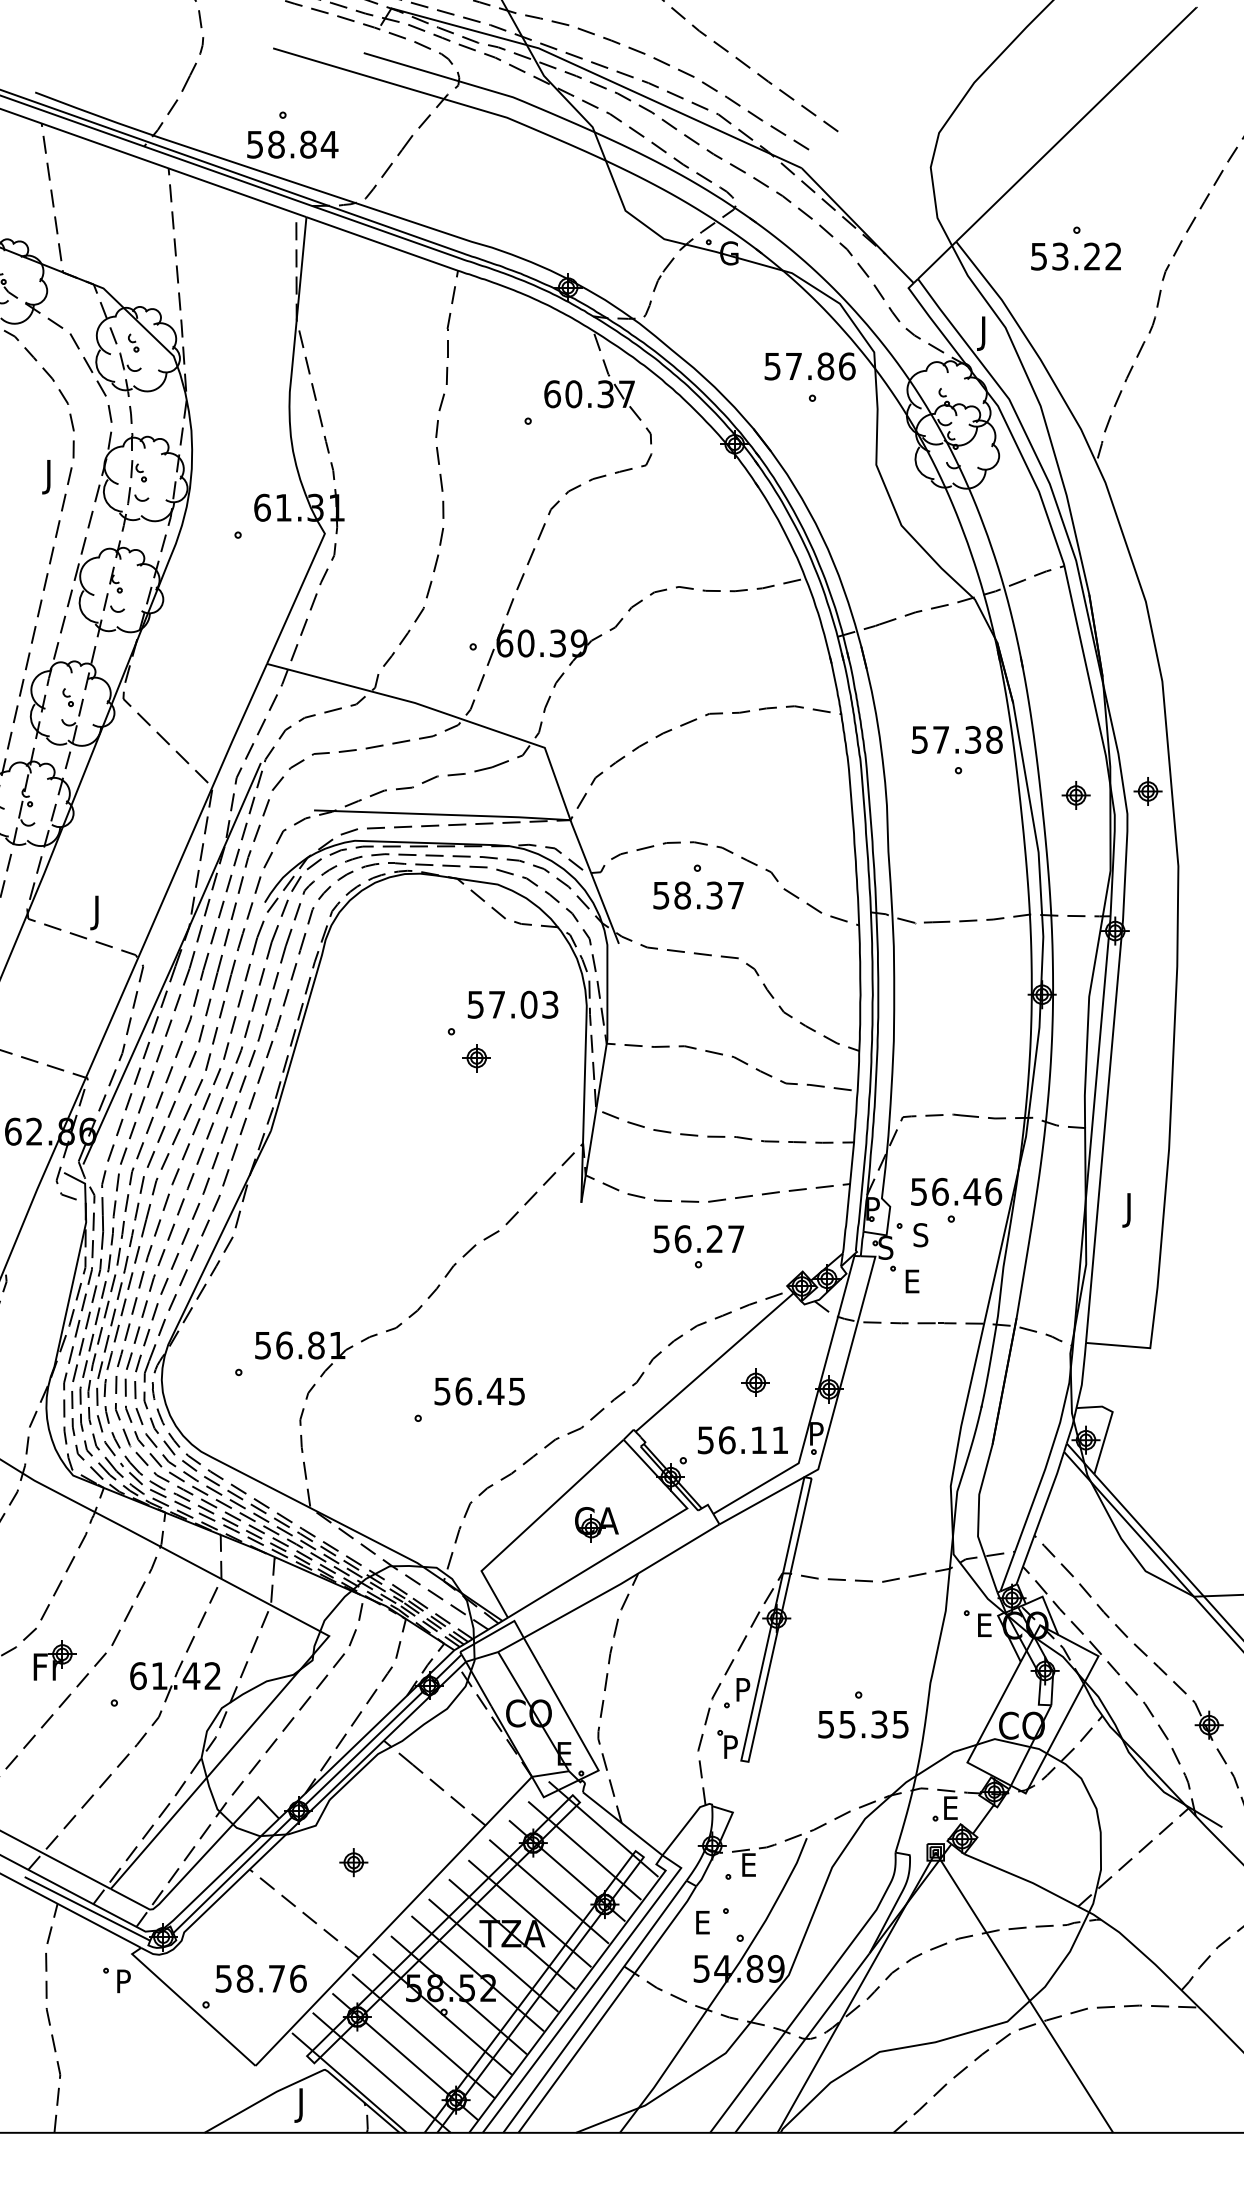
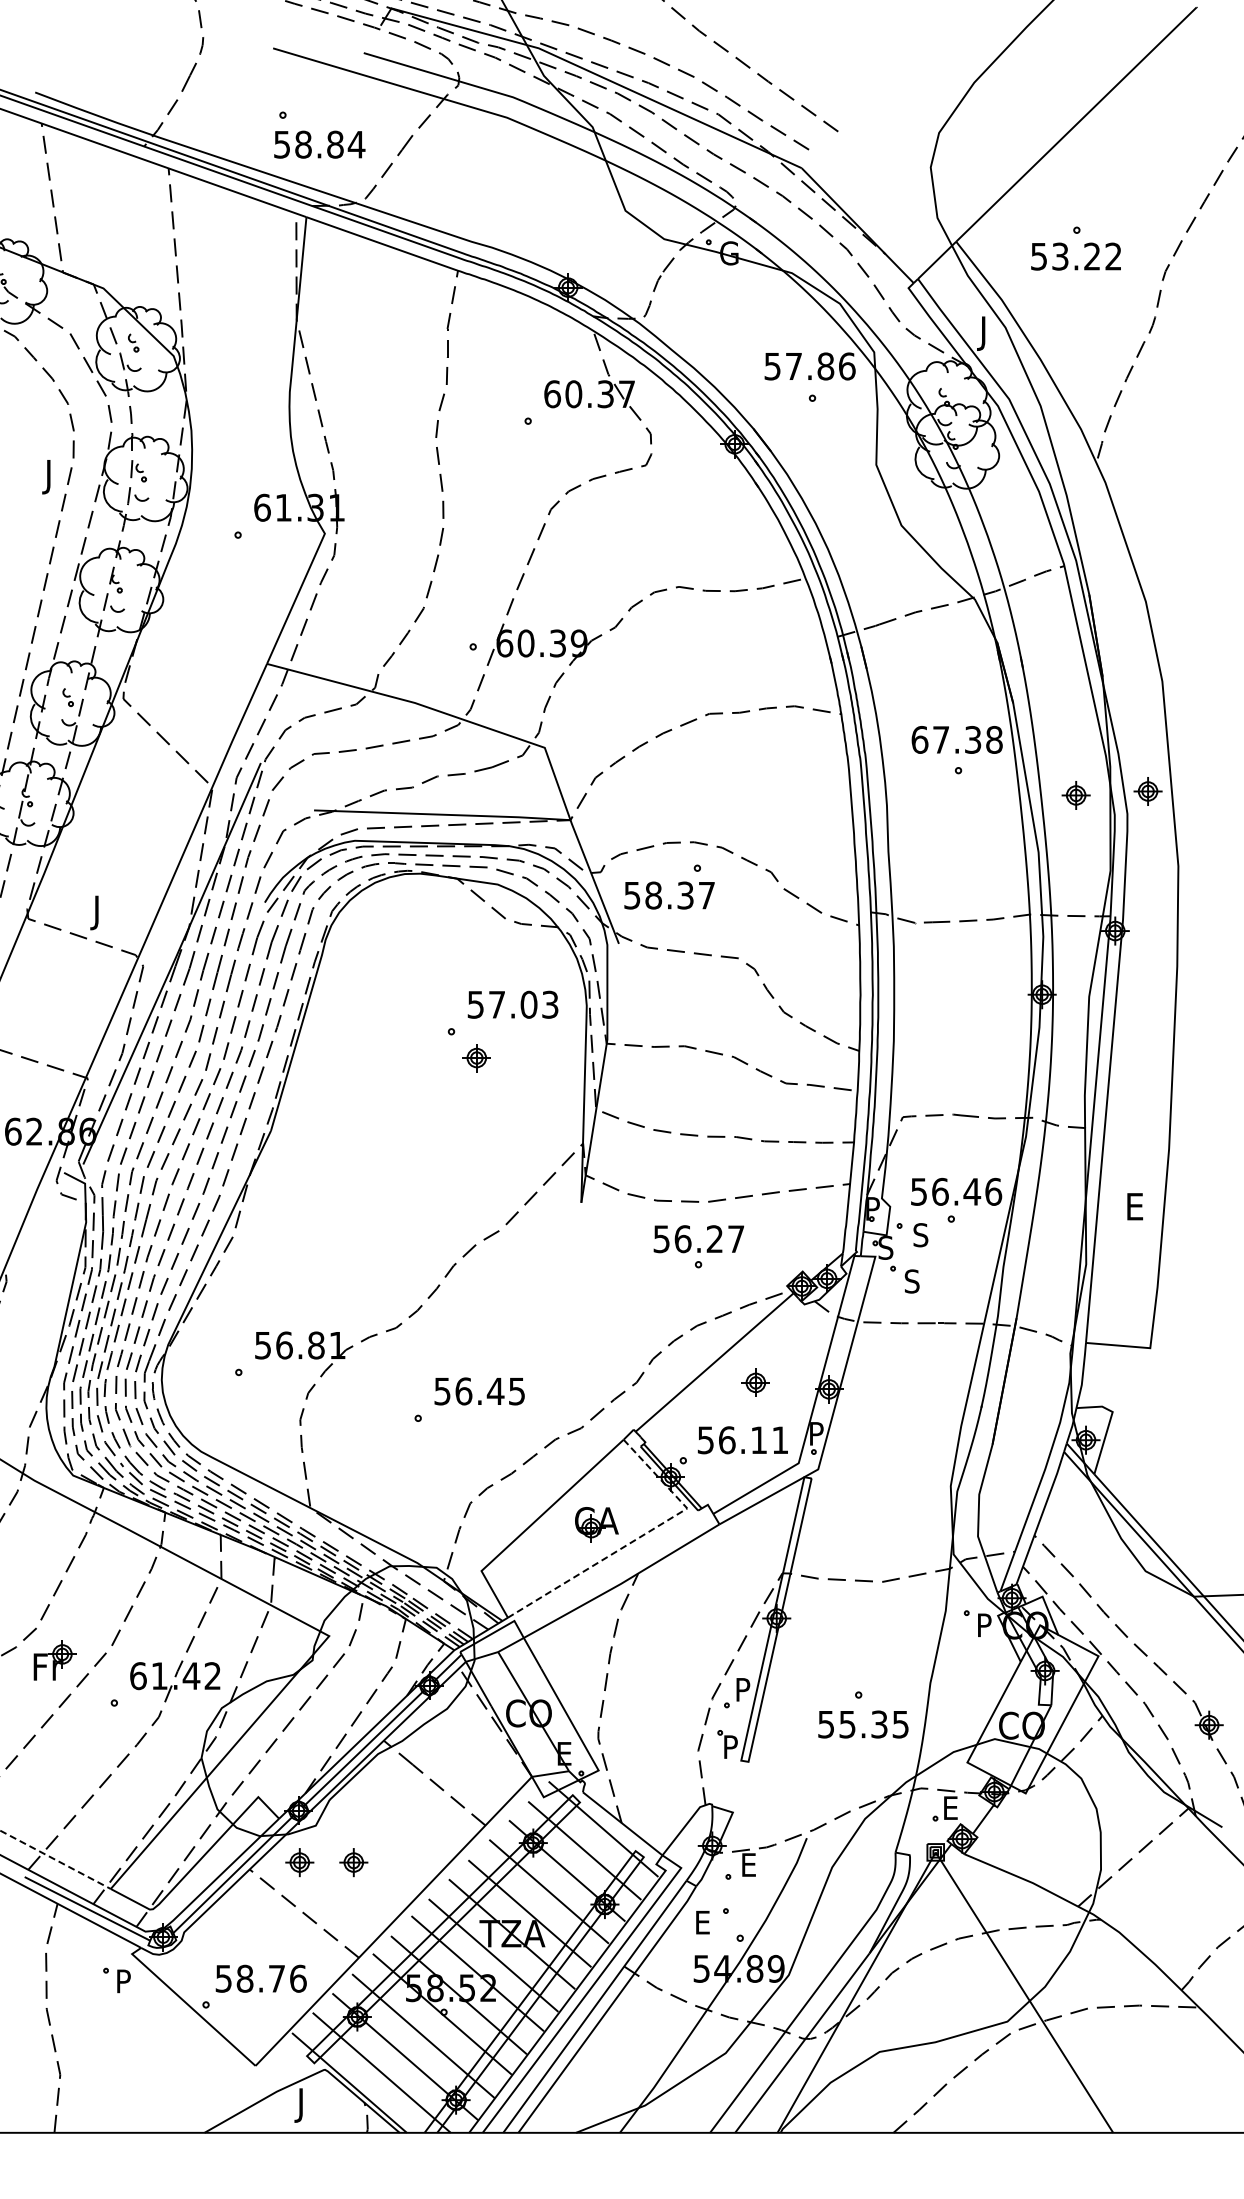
text at (292, 144) position: (292, 144) -> (319, 144)
text at (919, 739): 57.38 -> 67.38
text at (698, 895) position: (698, 895) -> (669, 895)
text at (1132, 1210): J -> E
text at (911, 1281): E -> S
line at (638, 1538): solid -> dashed
text at (985, 1624): E -> P
line at (55, 1860): solid -> dashed
part at (299, 1862): none -> present
